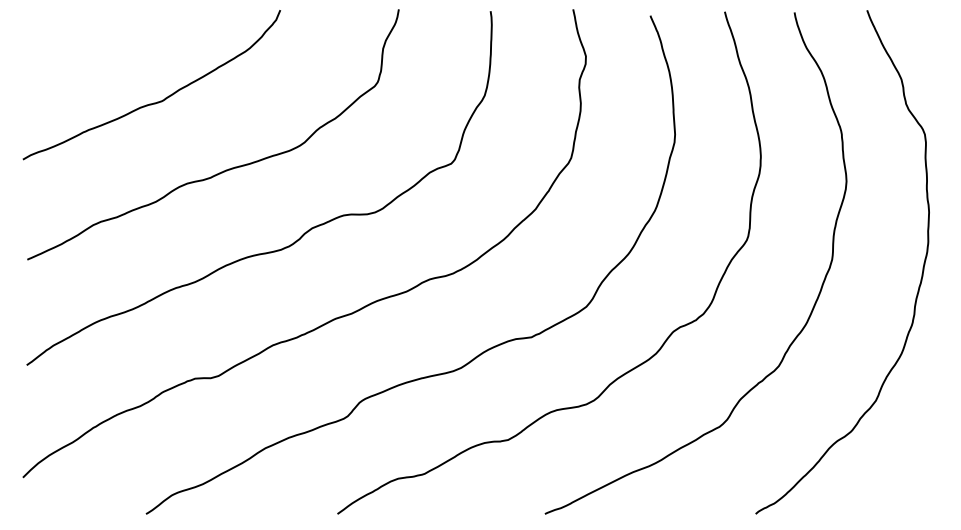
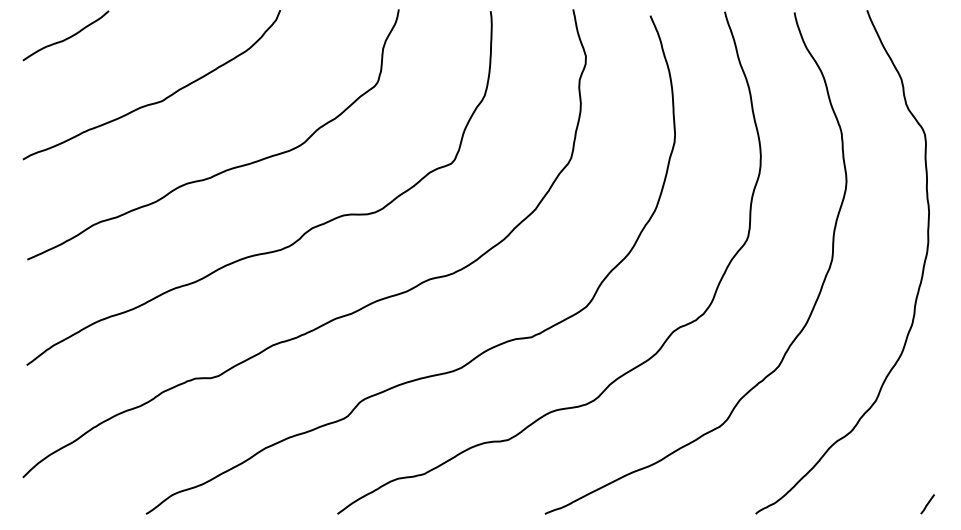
curve at (67, 37): none -> present
line at (927, 504): none -> present
